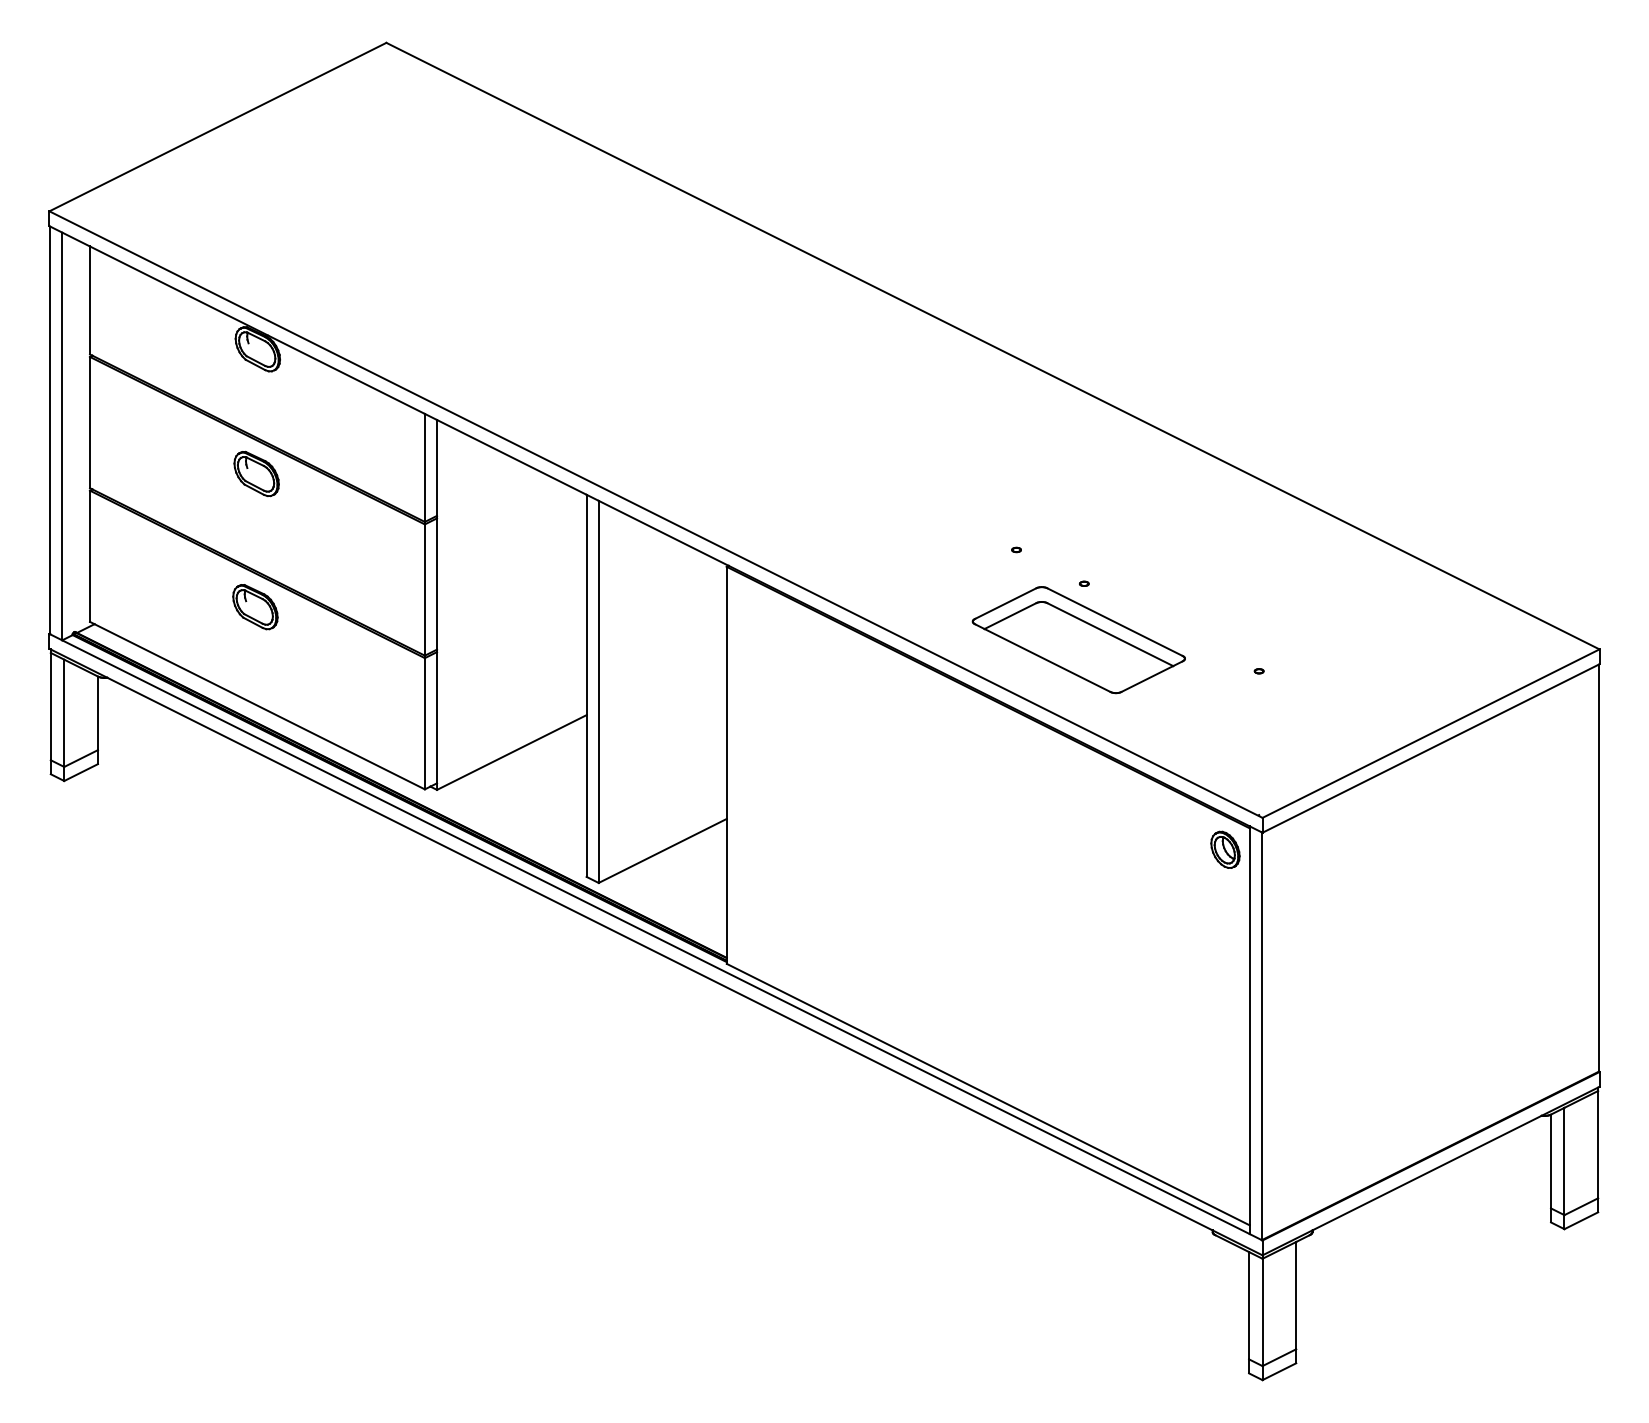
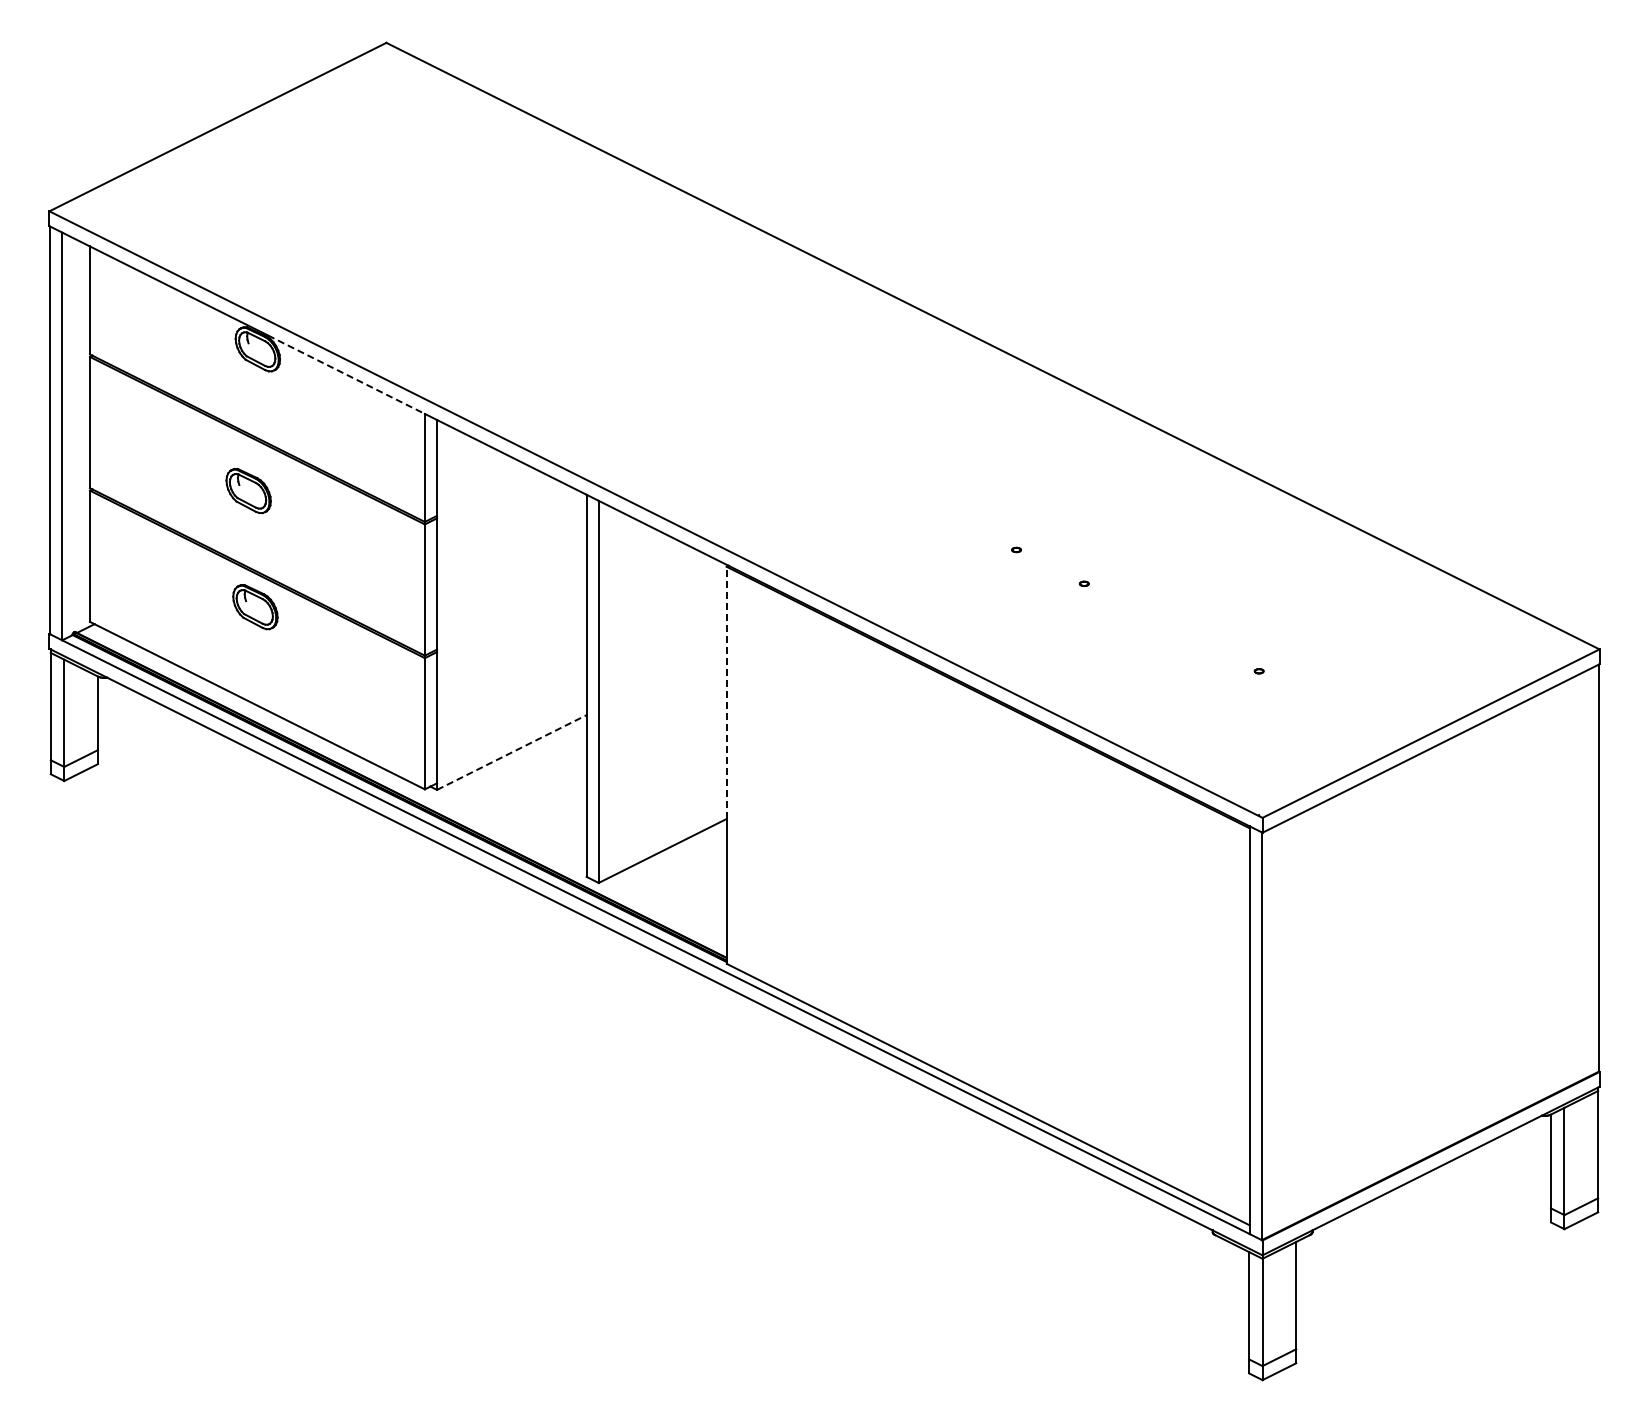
line at (346, 374): solid -> dashed
part at (256, 473) position: (256, 473) -> (248, 490)
part at (1078, 640): present -> none
line at (726, 692): solid -> dashed
line at (511, 752): solid -> dashed
part at (1225, 849): present -> none
